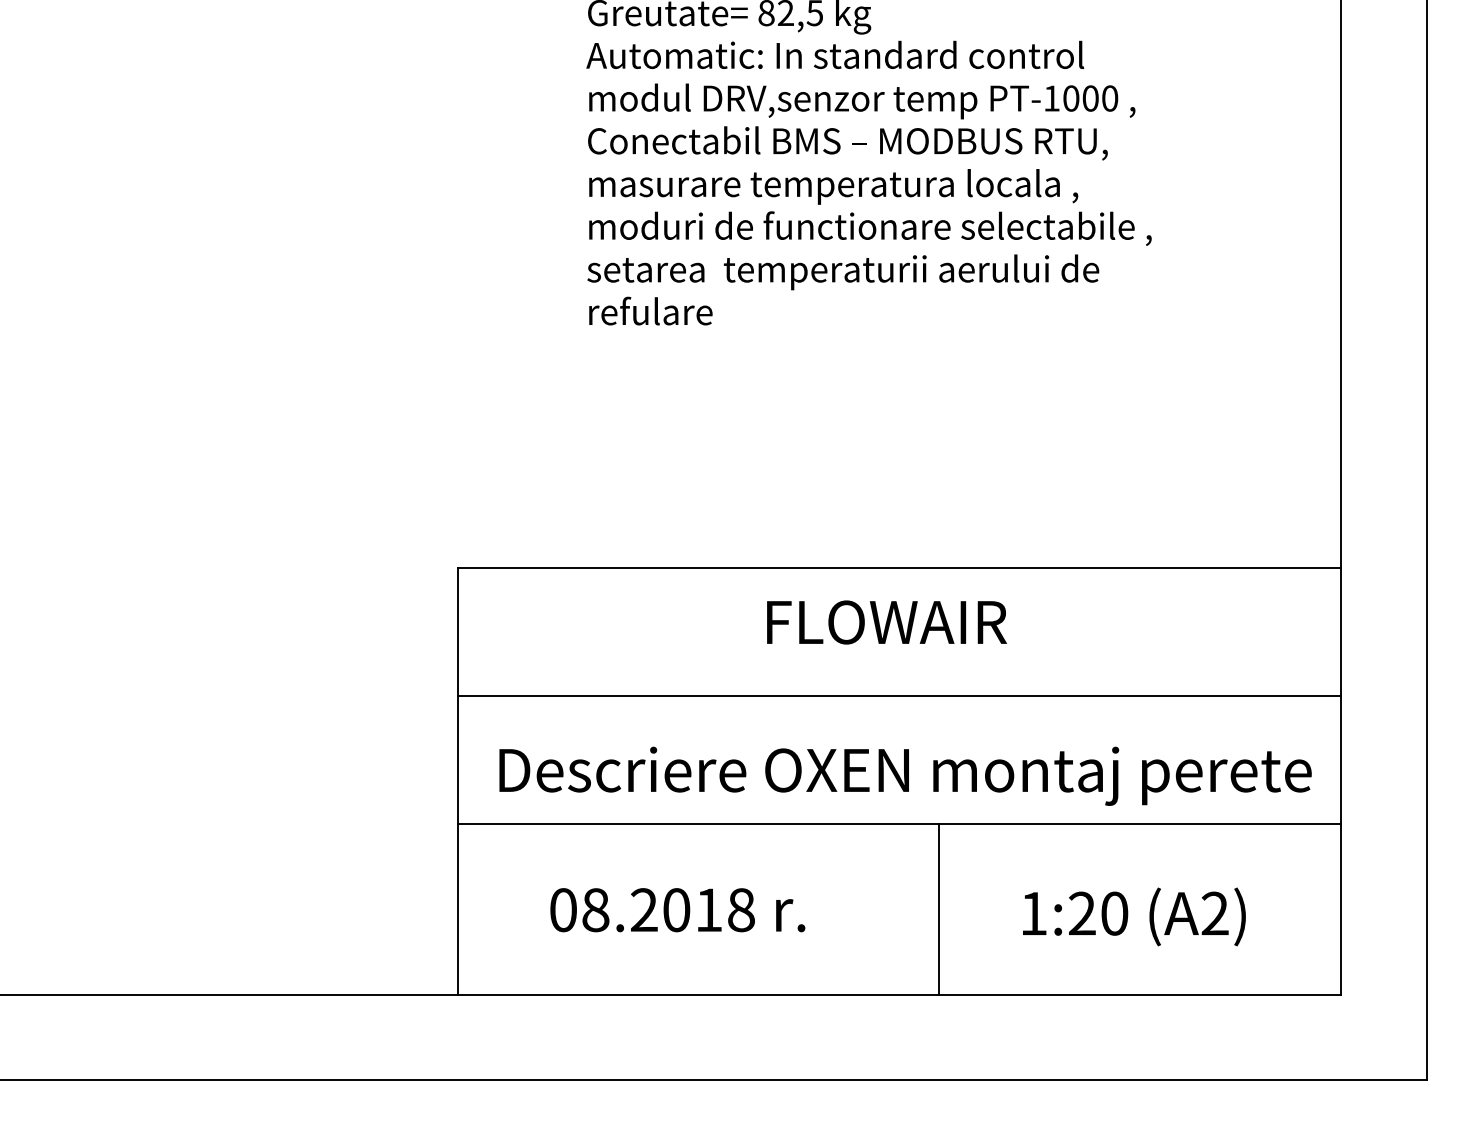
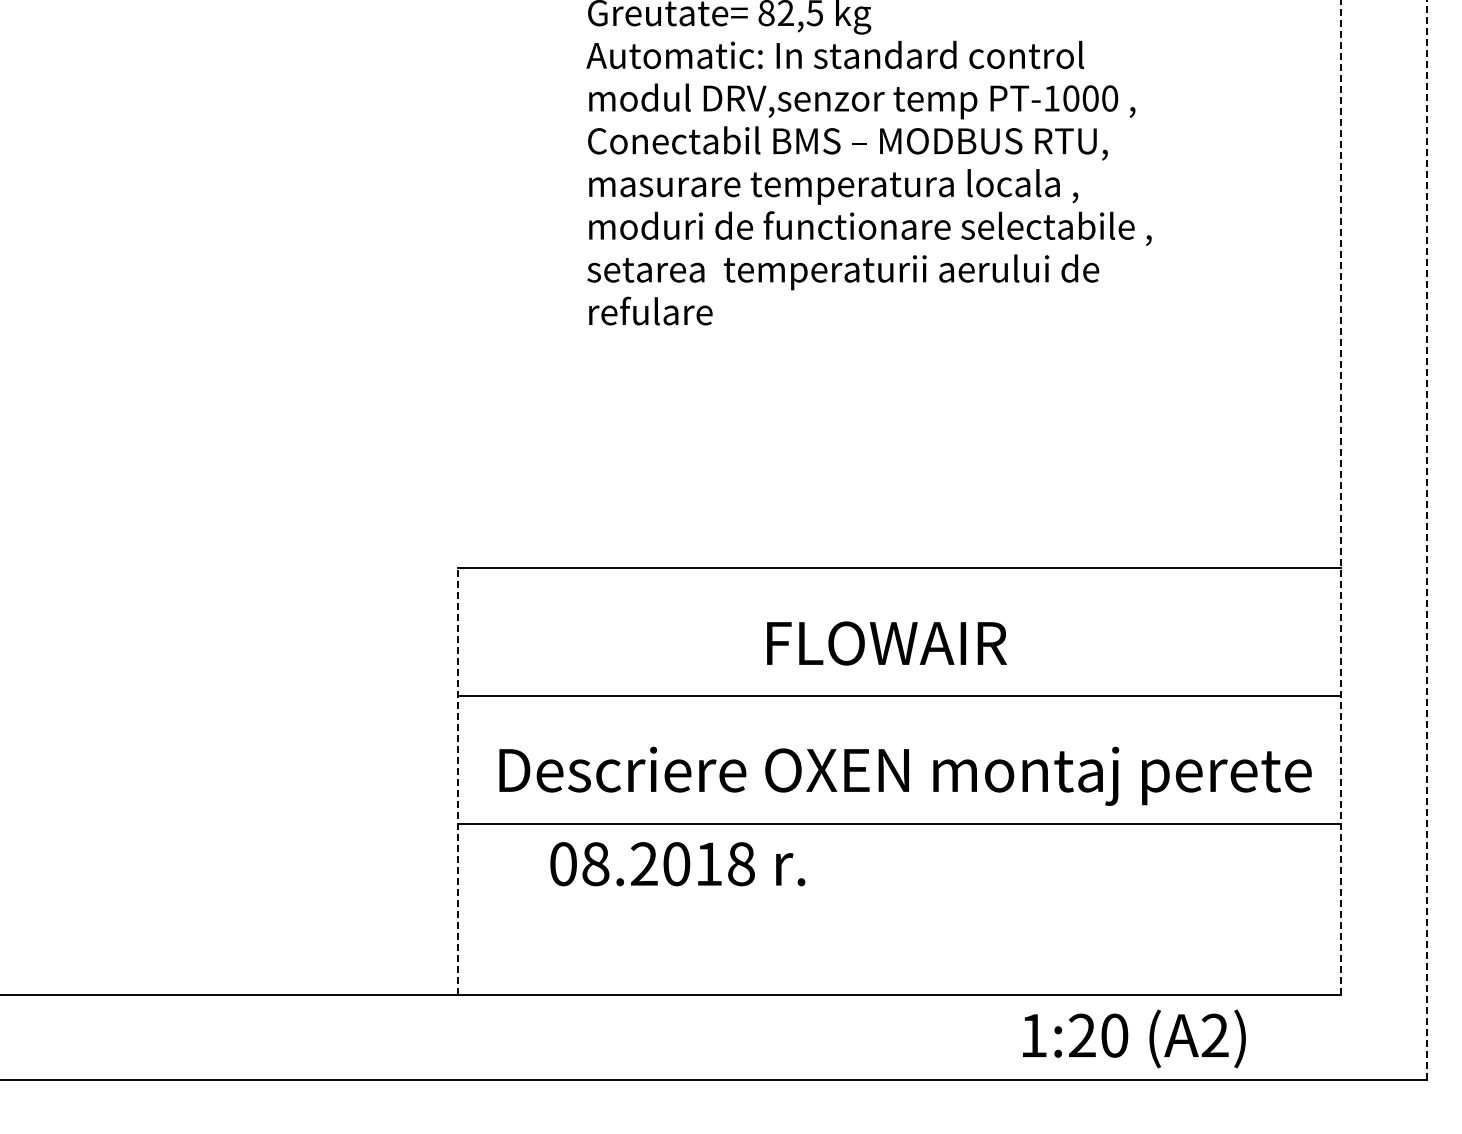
line at (1341, 496): solid -> dashed
line at (1426, 540): solid -> dashed
text at (886, 622) position: (886, 622) -> (886, 643)
line at (458, 781): solid -> dashed
line at (938, 909): present -> none
text at (677, 910) position: (677, 910) -> (677, 864)
text at (1134, 916) position: (1134, 916) -> (1134, 1038)
